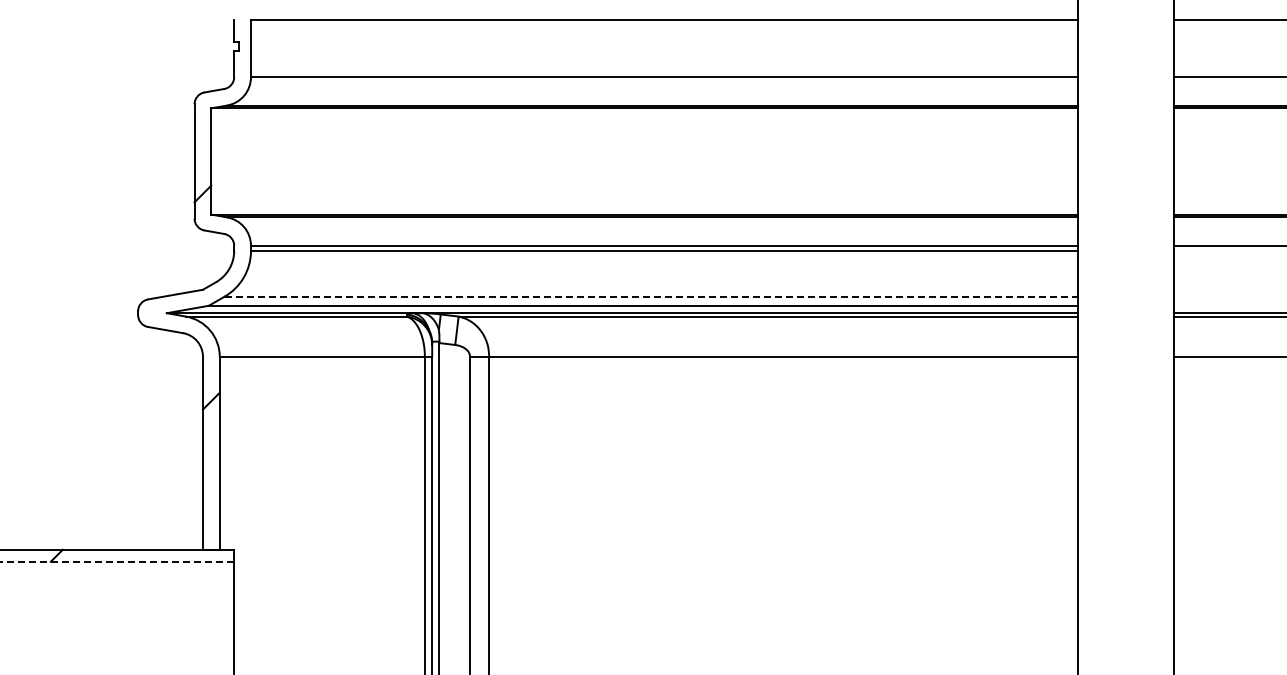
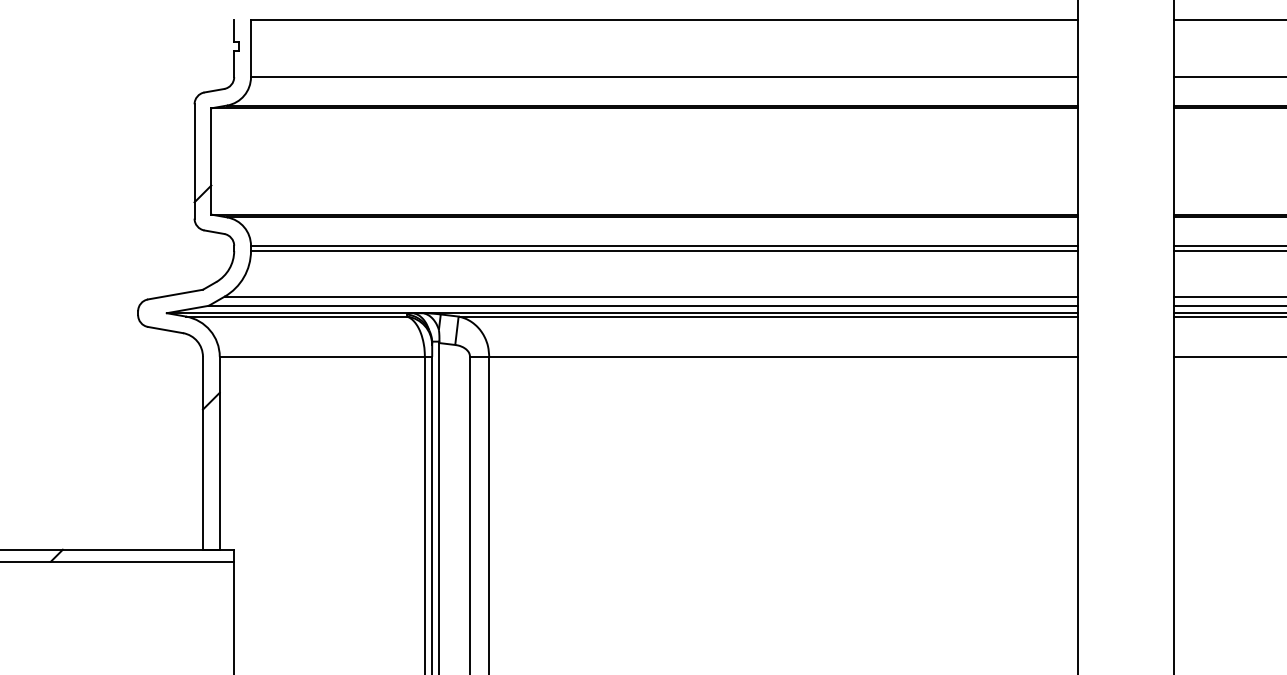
line at (1228, 250): none -> present
line at (651, 296): dashed -> solid
line at (1228, 296): none -> present
line at (1228, 305): none -> present
line at (117, 561): dashed -> solid
